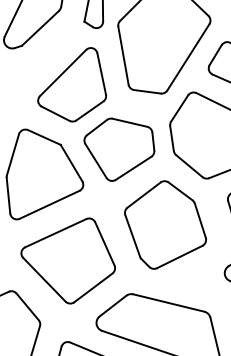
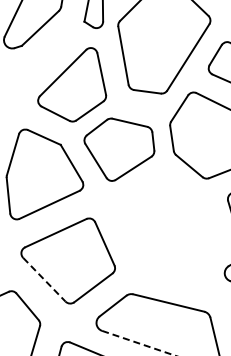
part at (165, 224): present -> none
line at (44, 280): solid -> dashed
line at (138, 343): solid -> dashed
